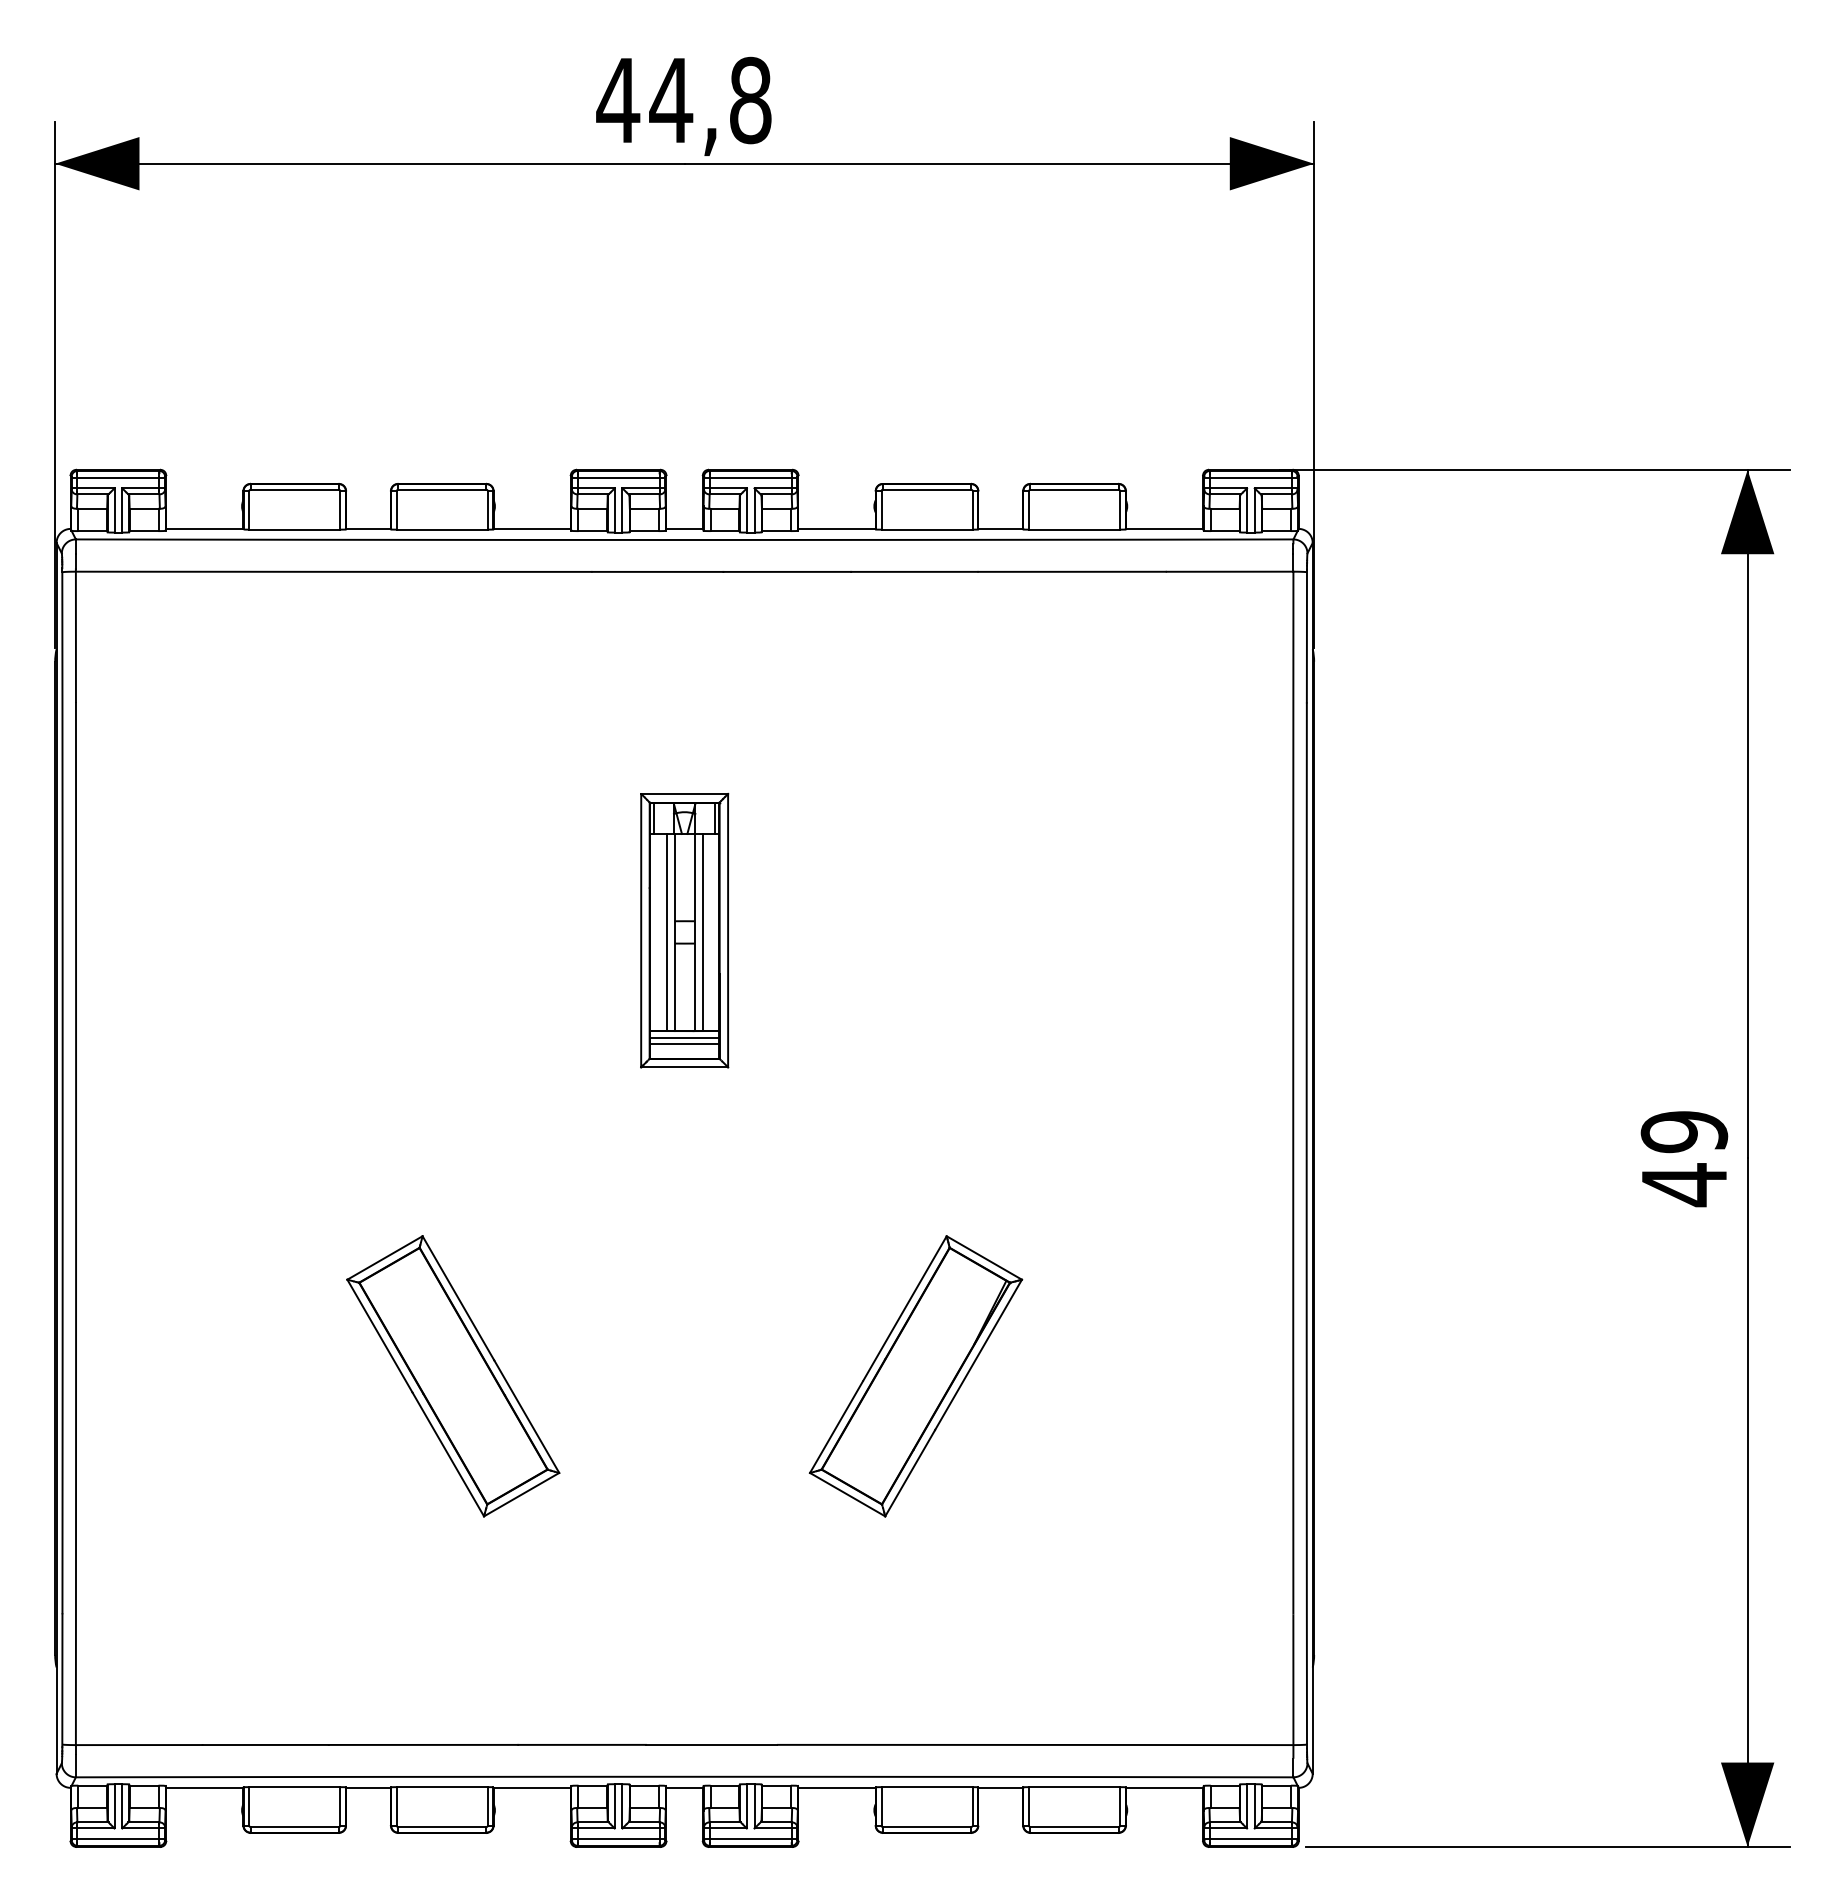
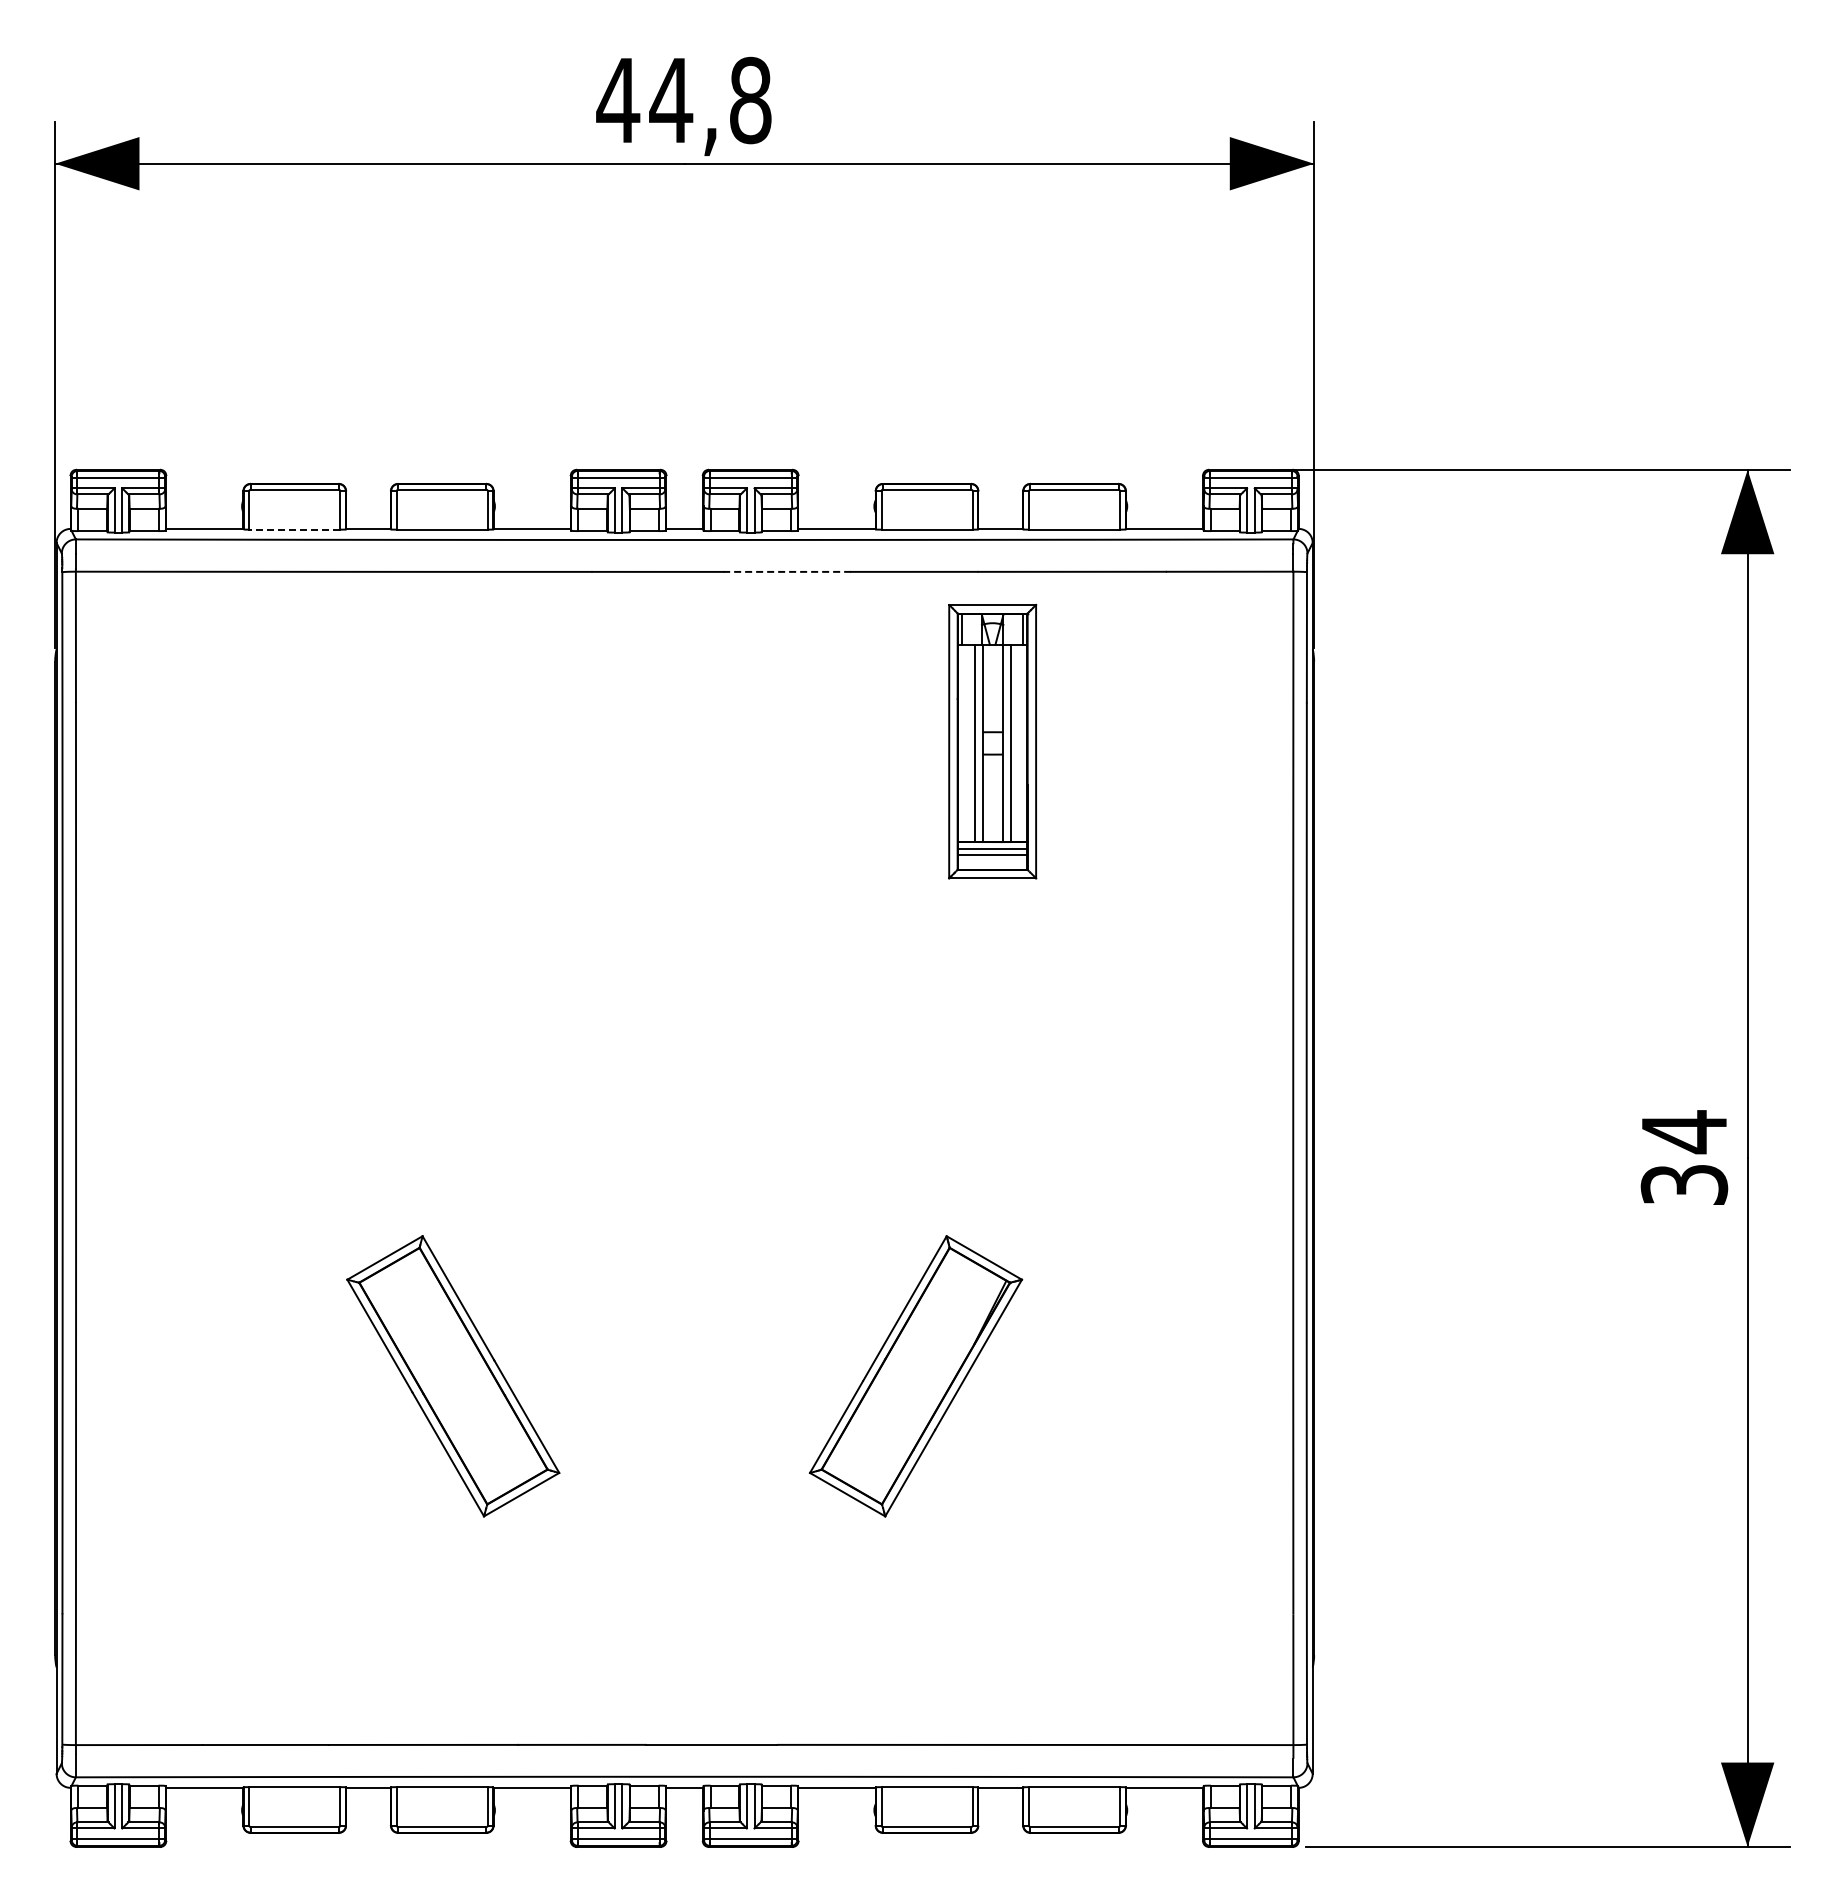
line at (294, 529): solid -> dashed
line at (787, 571): solid -> dashed
part at (684, 930) position: (684, 930) -> (992, 741)
text at (1684, 1158): 49 -> 34
